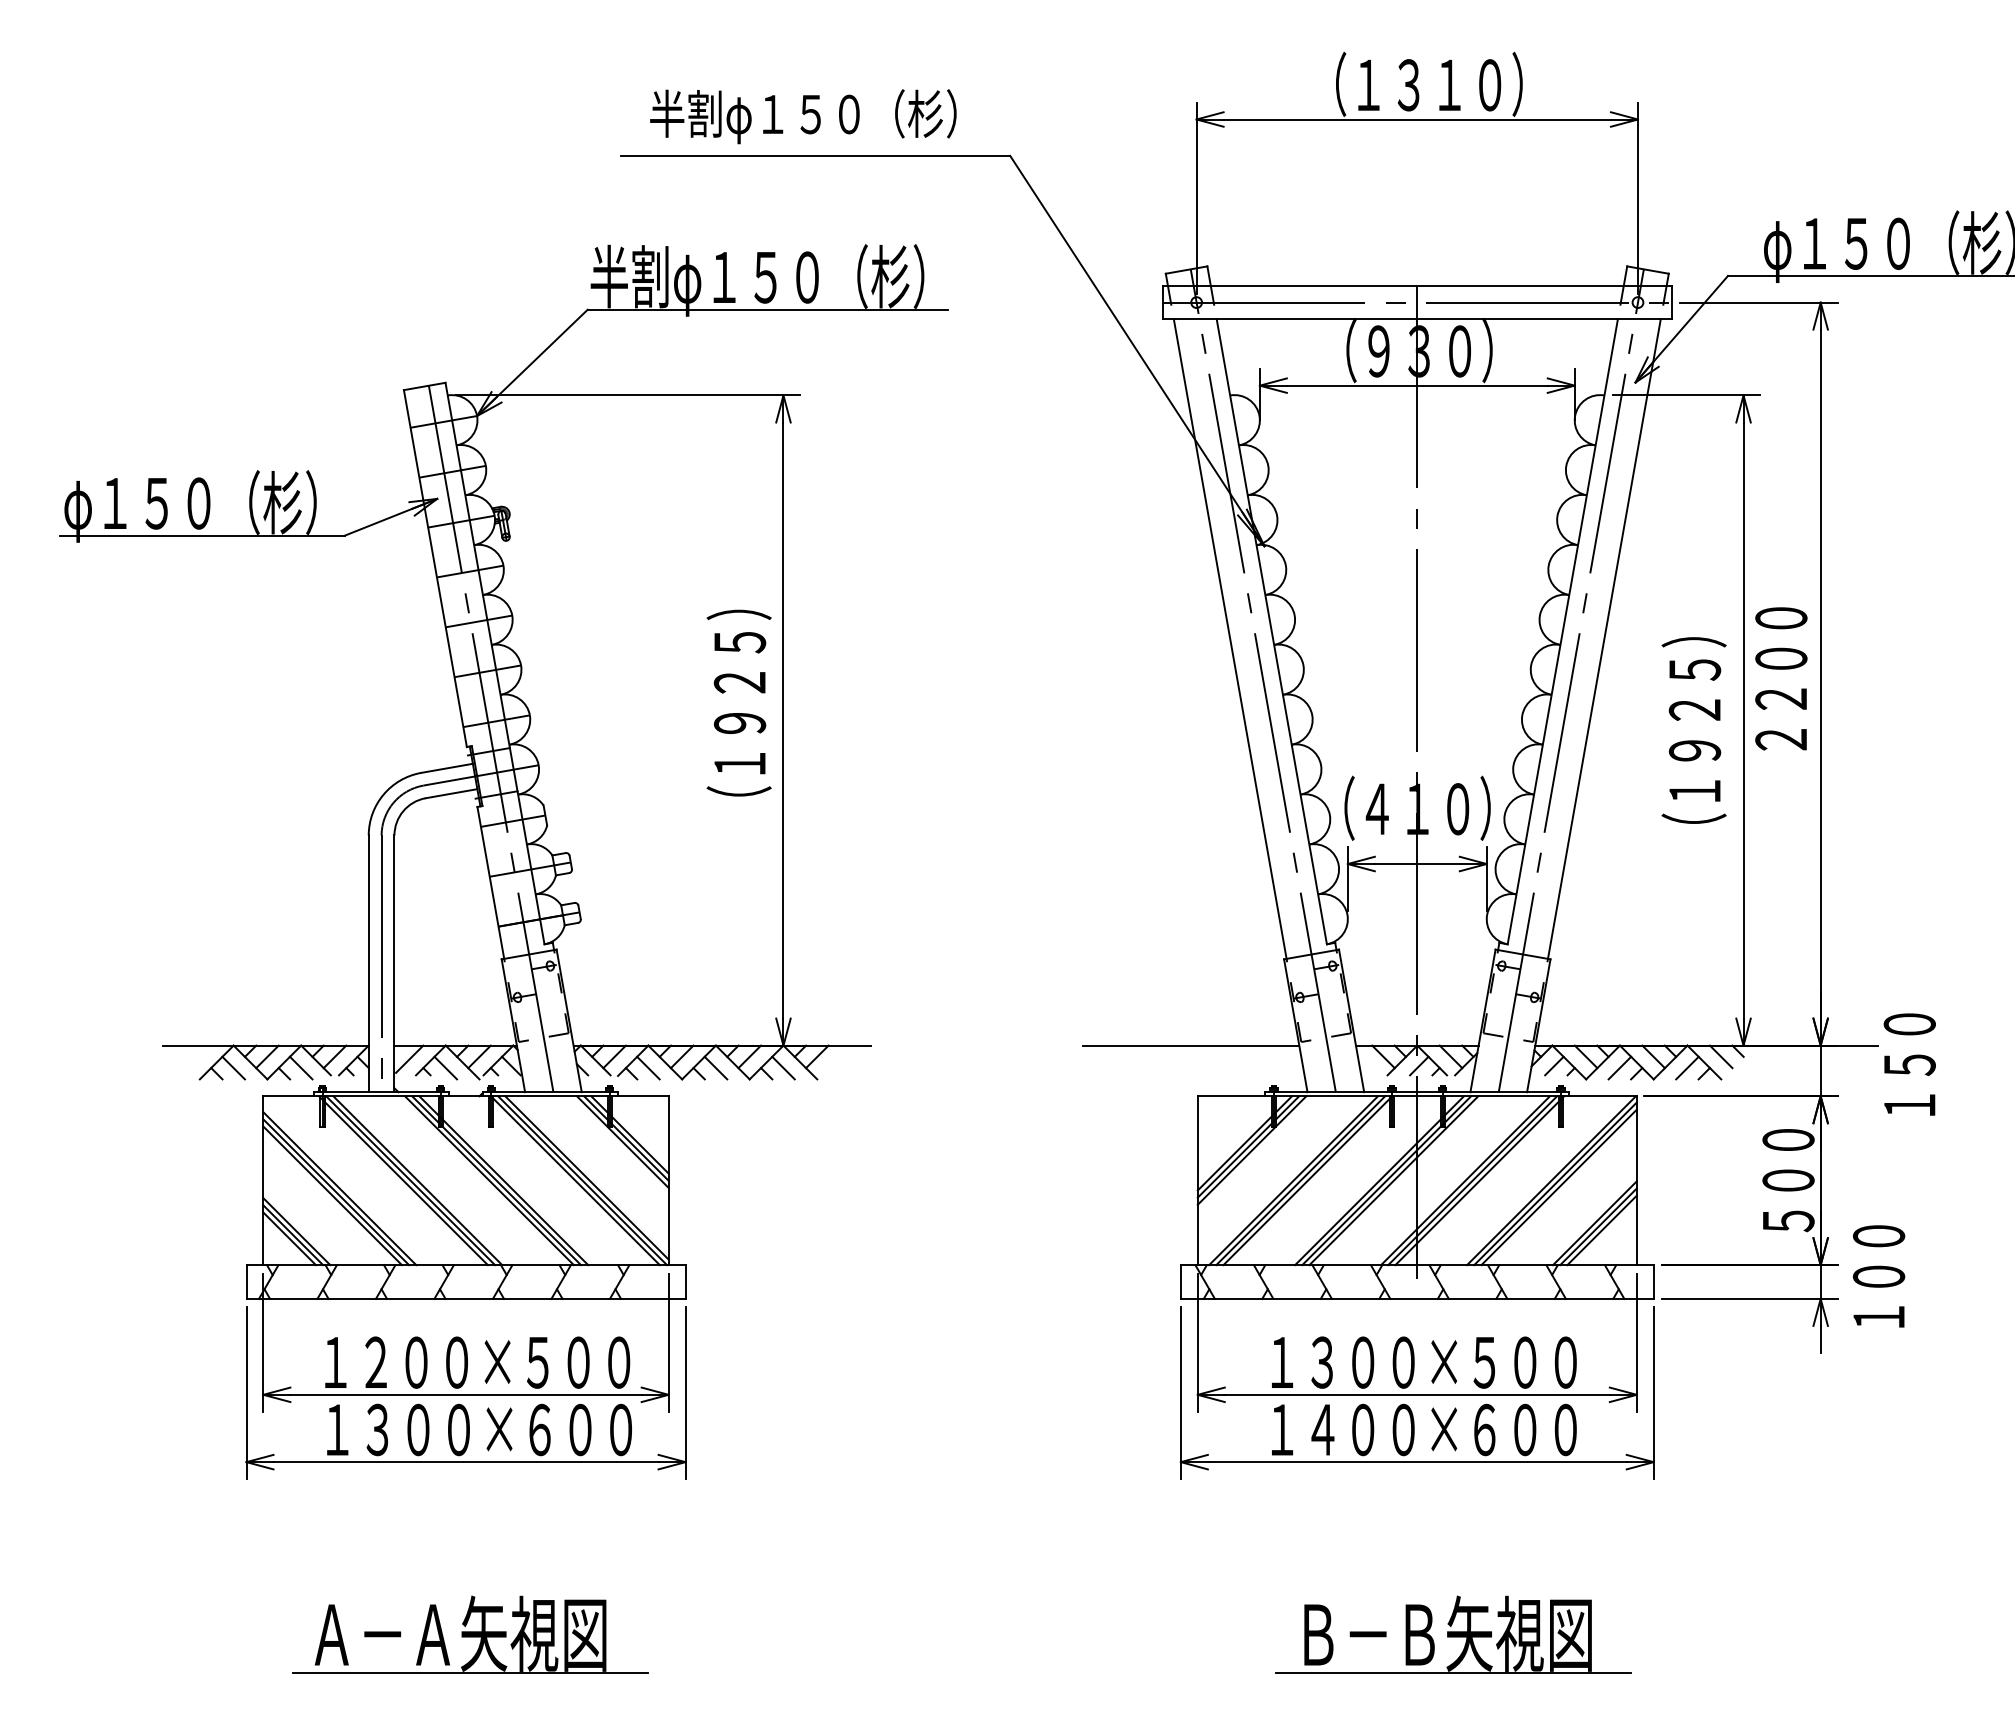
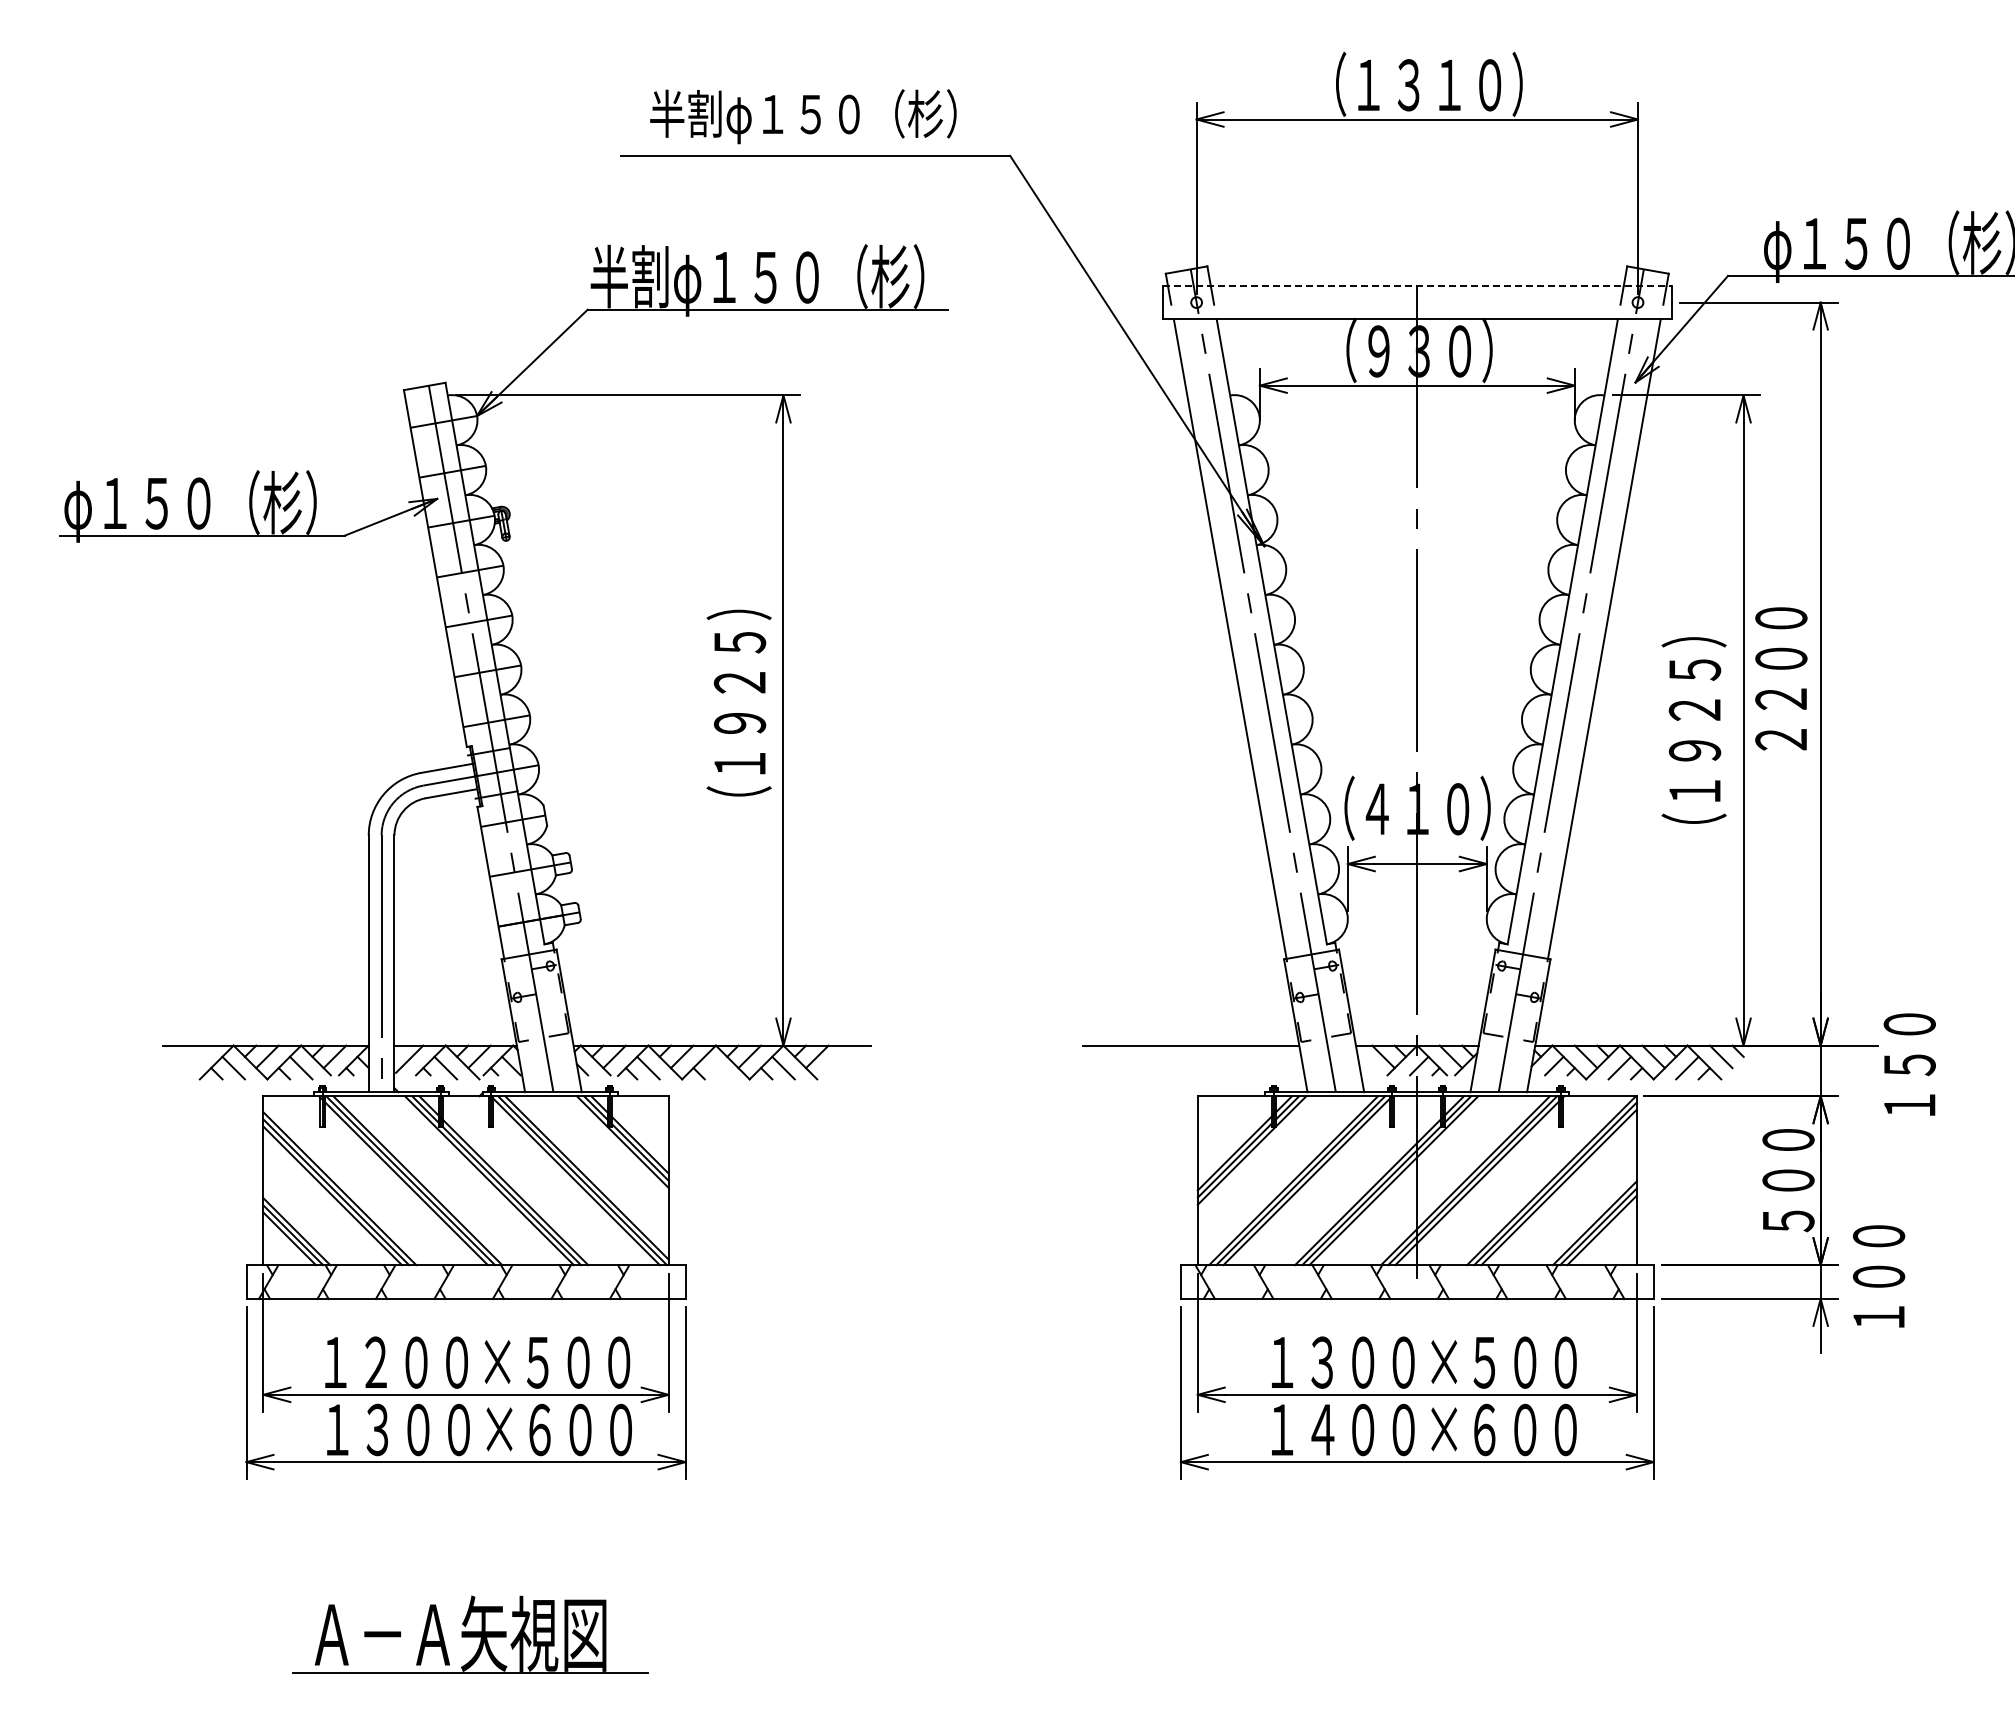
line at (1417, 285): solid -> dashed
line at (1416, 302): present -> none
line at (715, 1067): present -> none
part at (1453, 1634): present -> none
